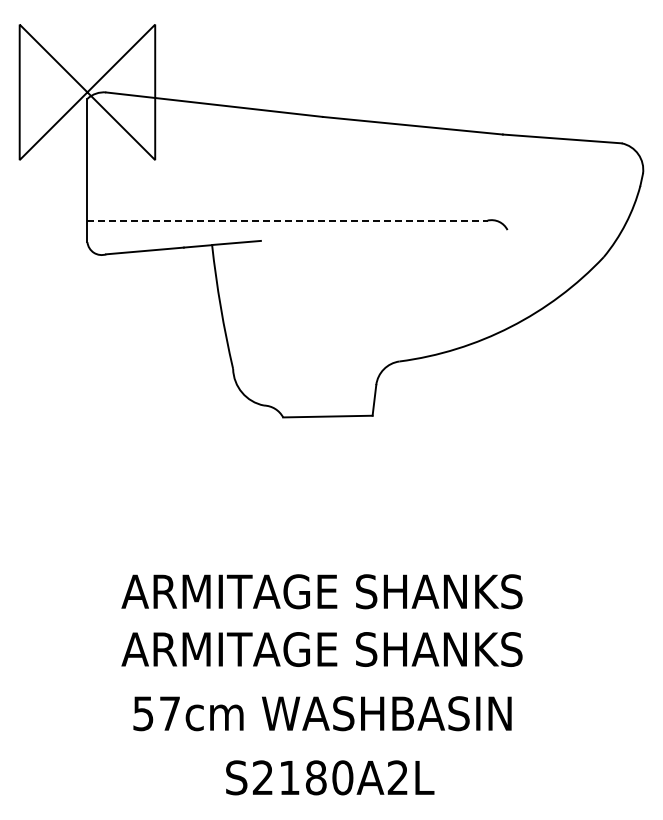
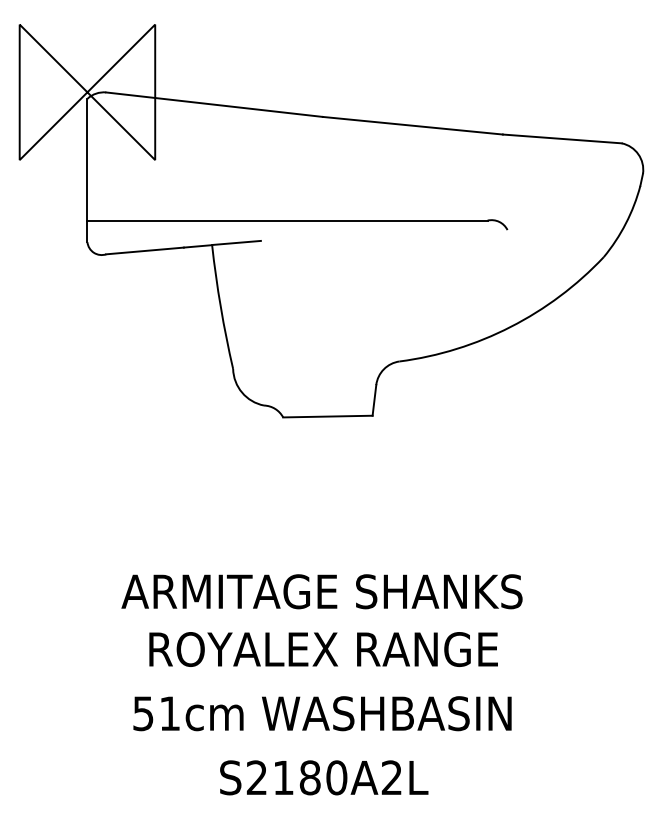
line at (288, 220): dashed -> solid
text at (321, 649): ARMITAGE SHANKS -> ROYALEX RANGE
text at (169, 713): 57cm -> 51cm
text at (330, 777) position: (330, 777) -> (324, 777)
